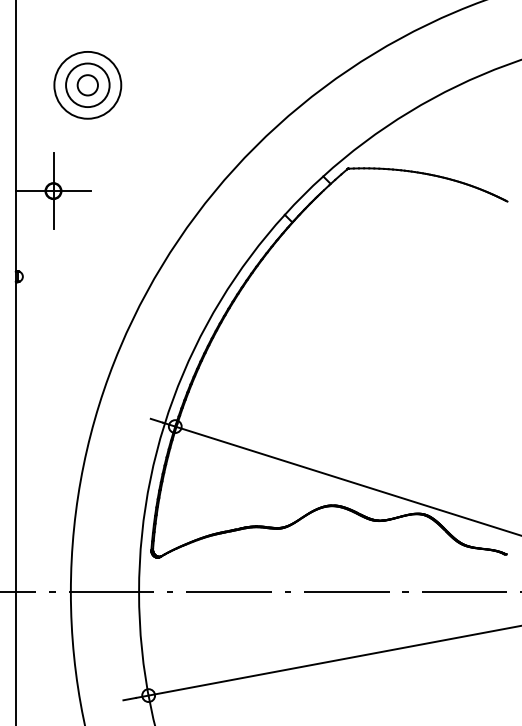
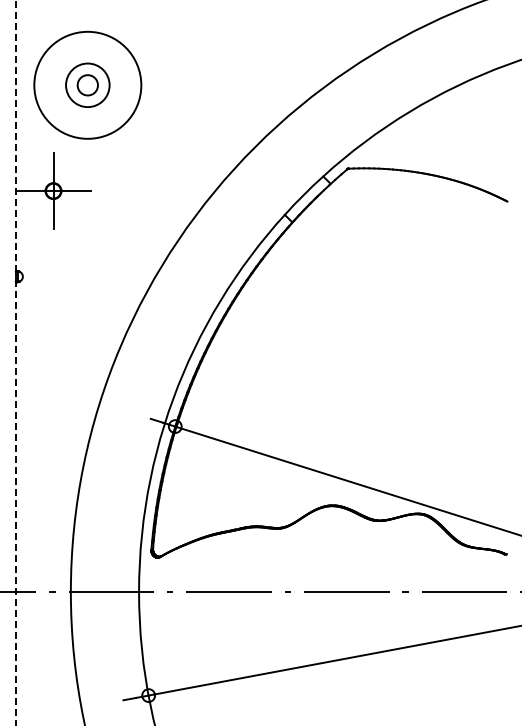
circle at (87, 84) diameter: 67 px -> 107 px
line at (16, 135): solid -> dashed
line at (16, 503): solid -> dashed
